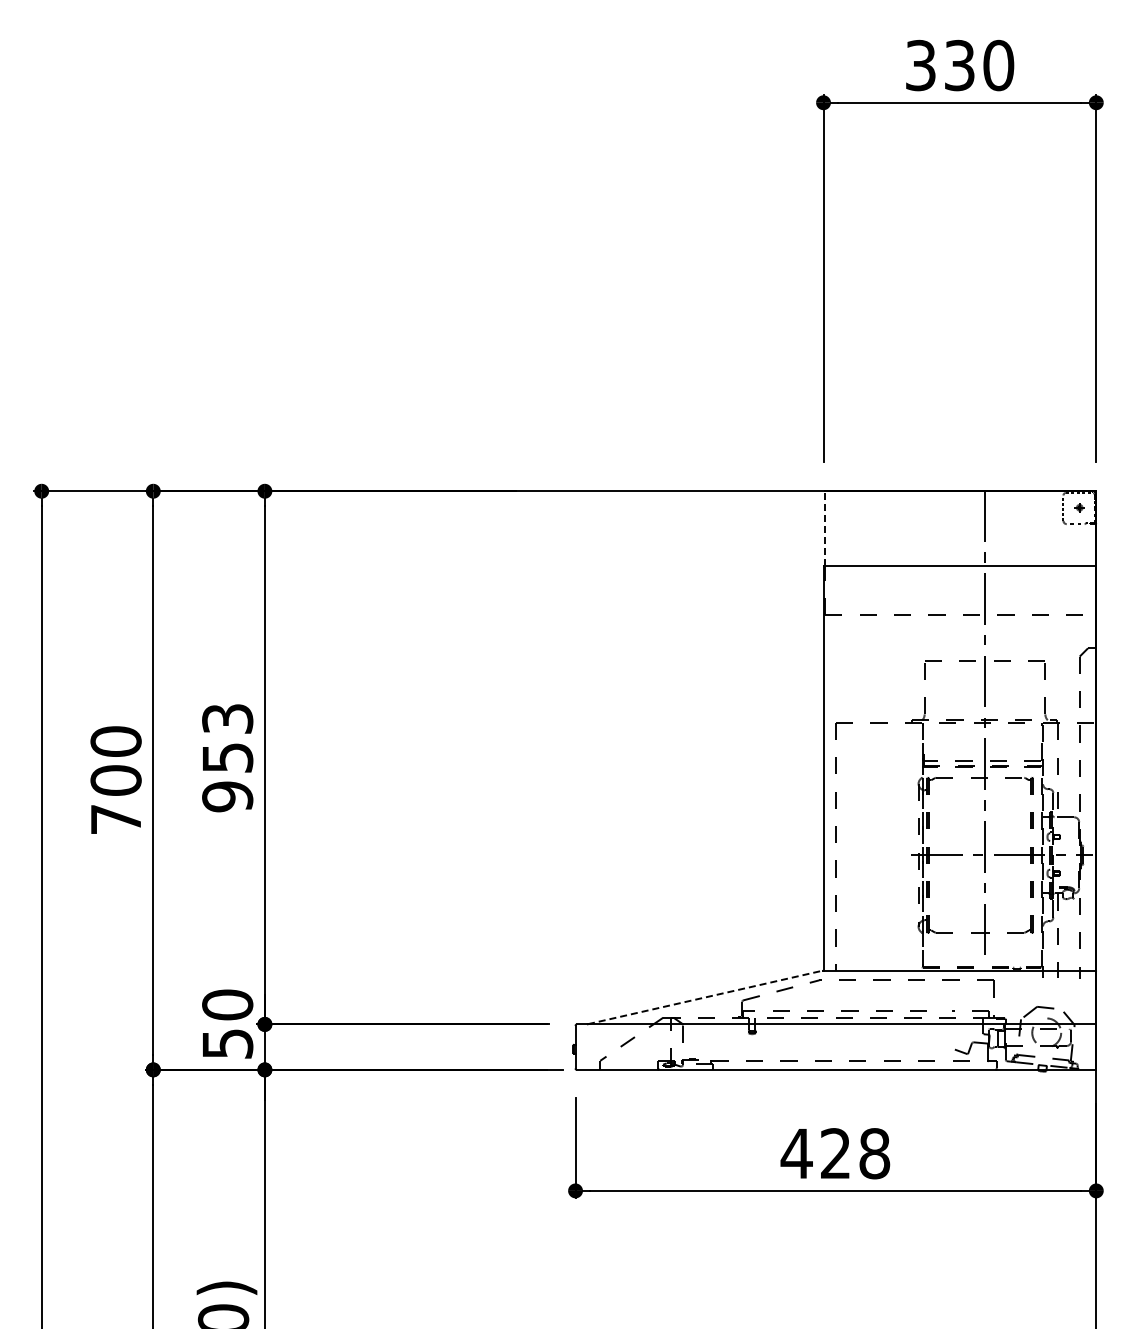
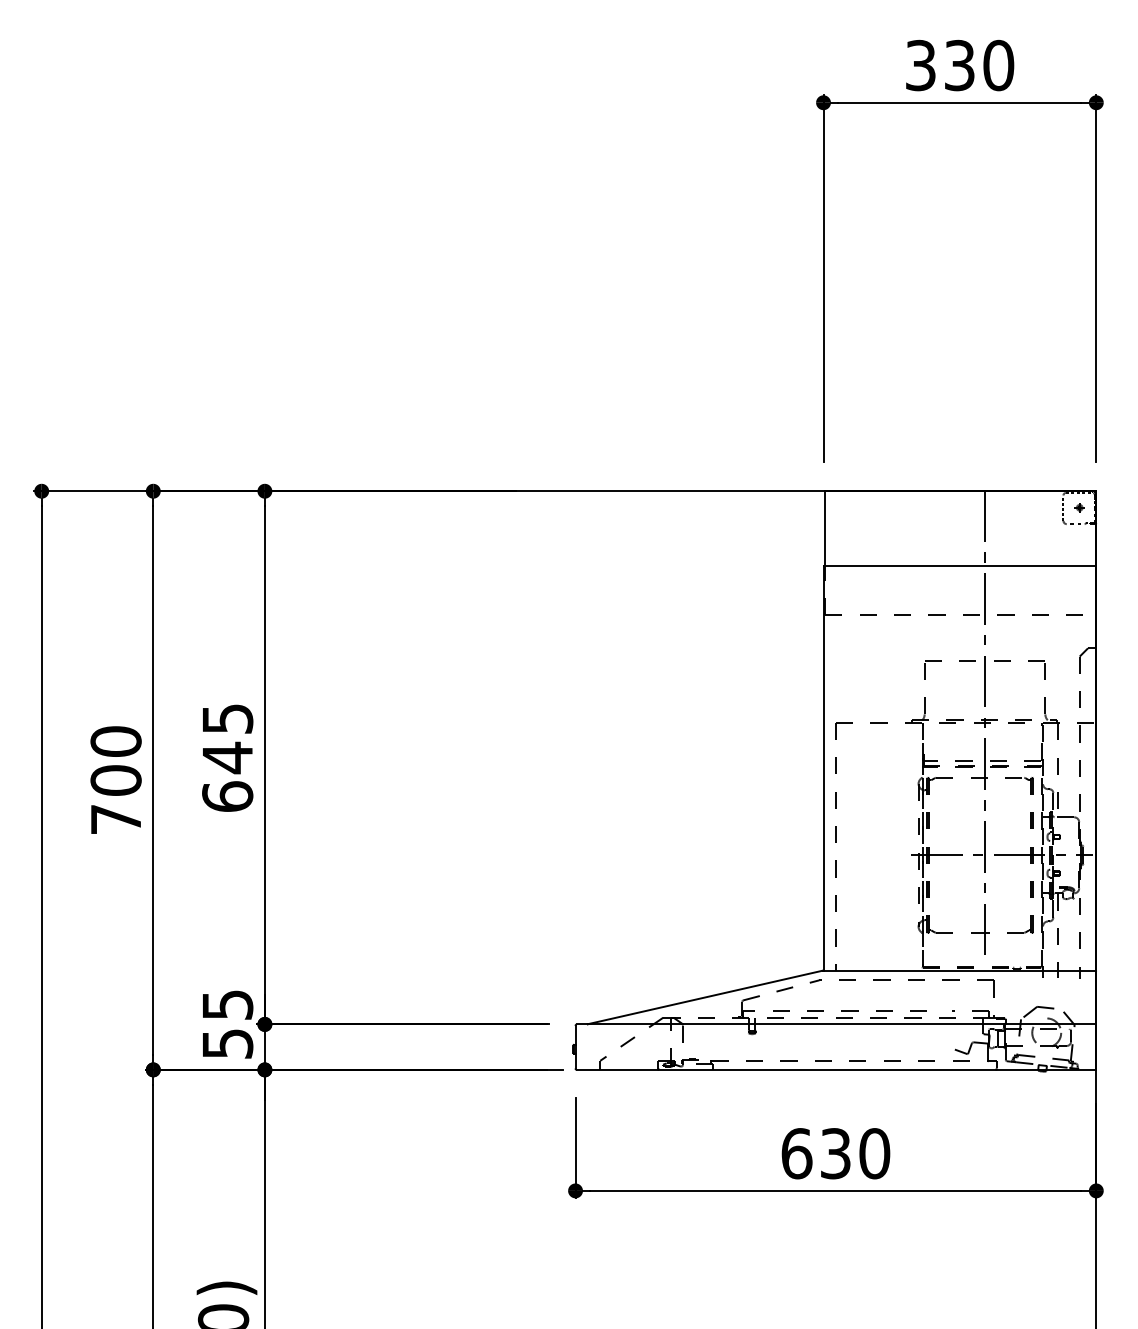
line at (825, 527): dashed -> solid
text at (227, 758): 953 -> 645
line at (705, 997): dashed -> solid
text at (227, 1004): 50 -> 55
text at (835, 1153): 428 -> 630
